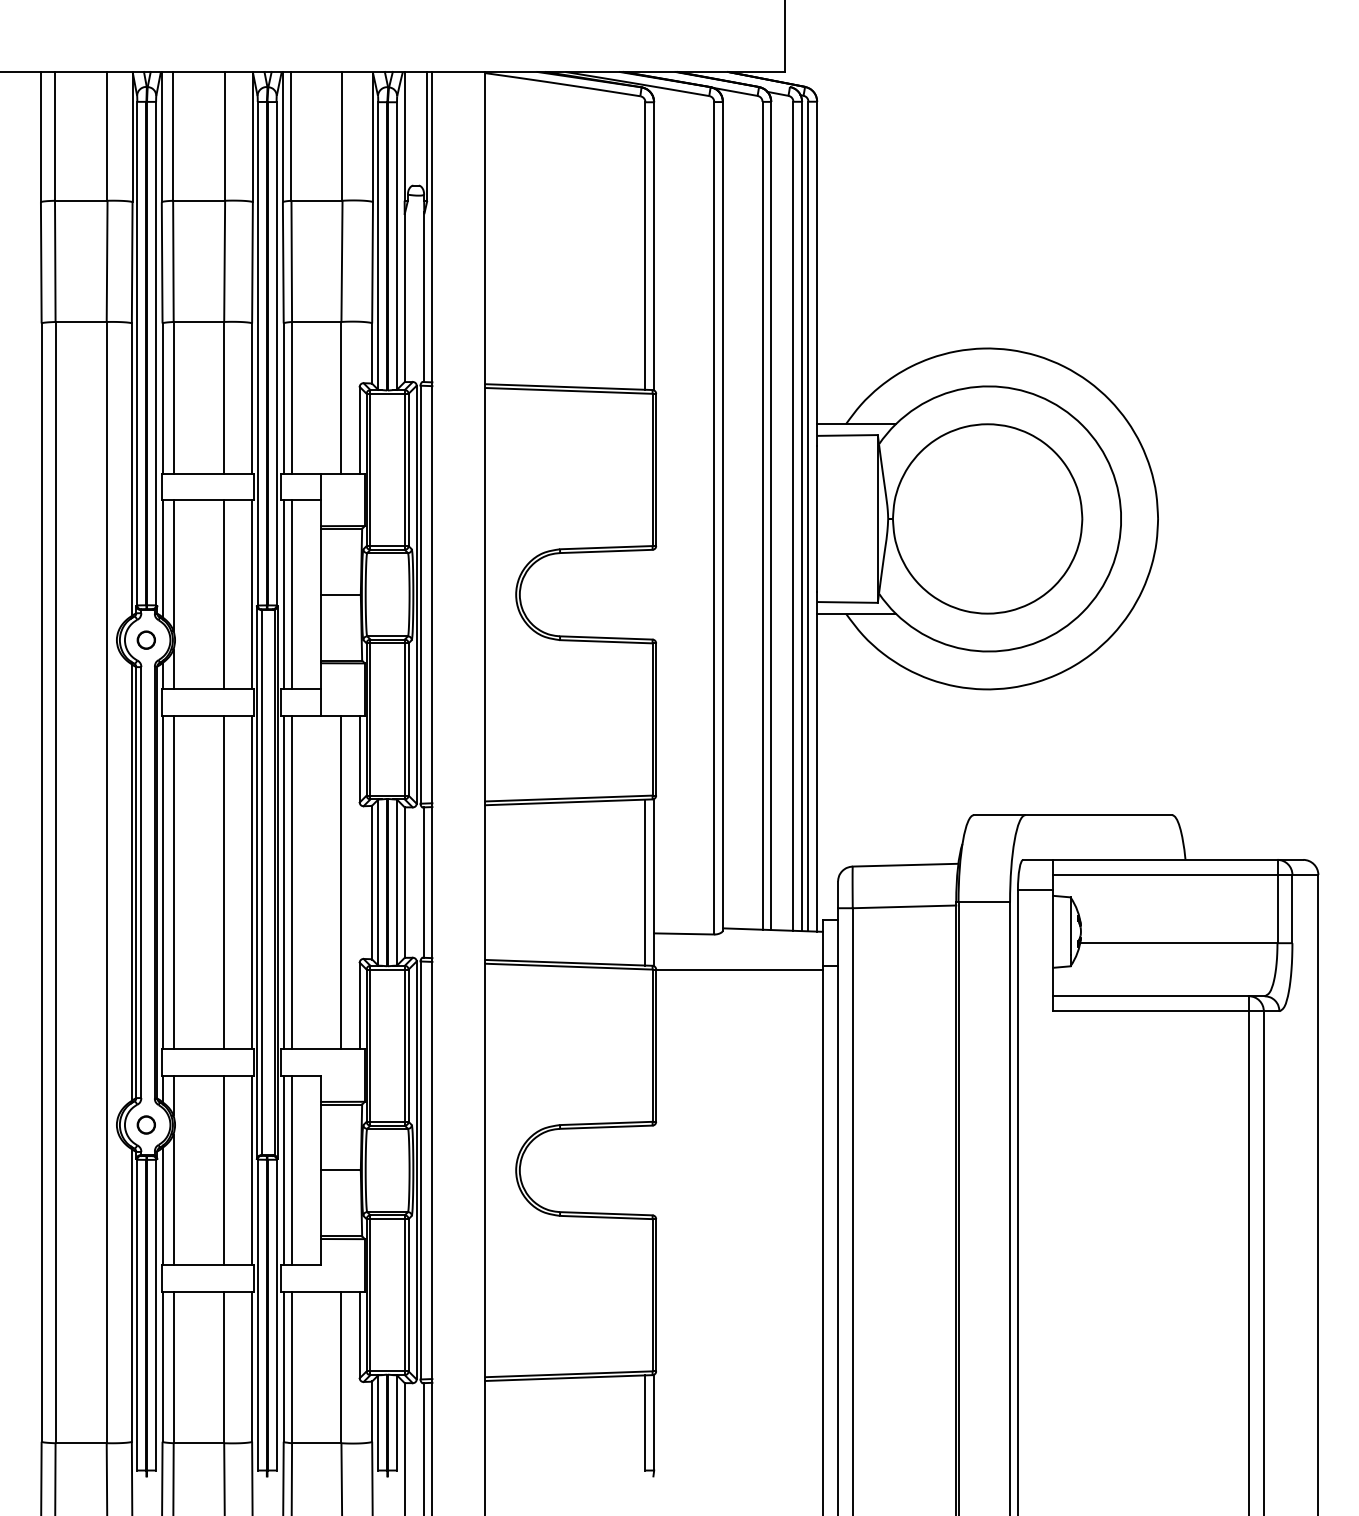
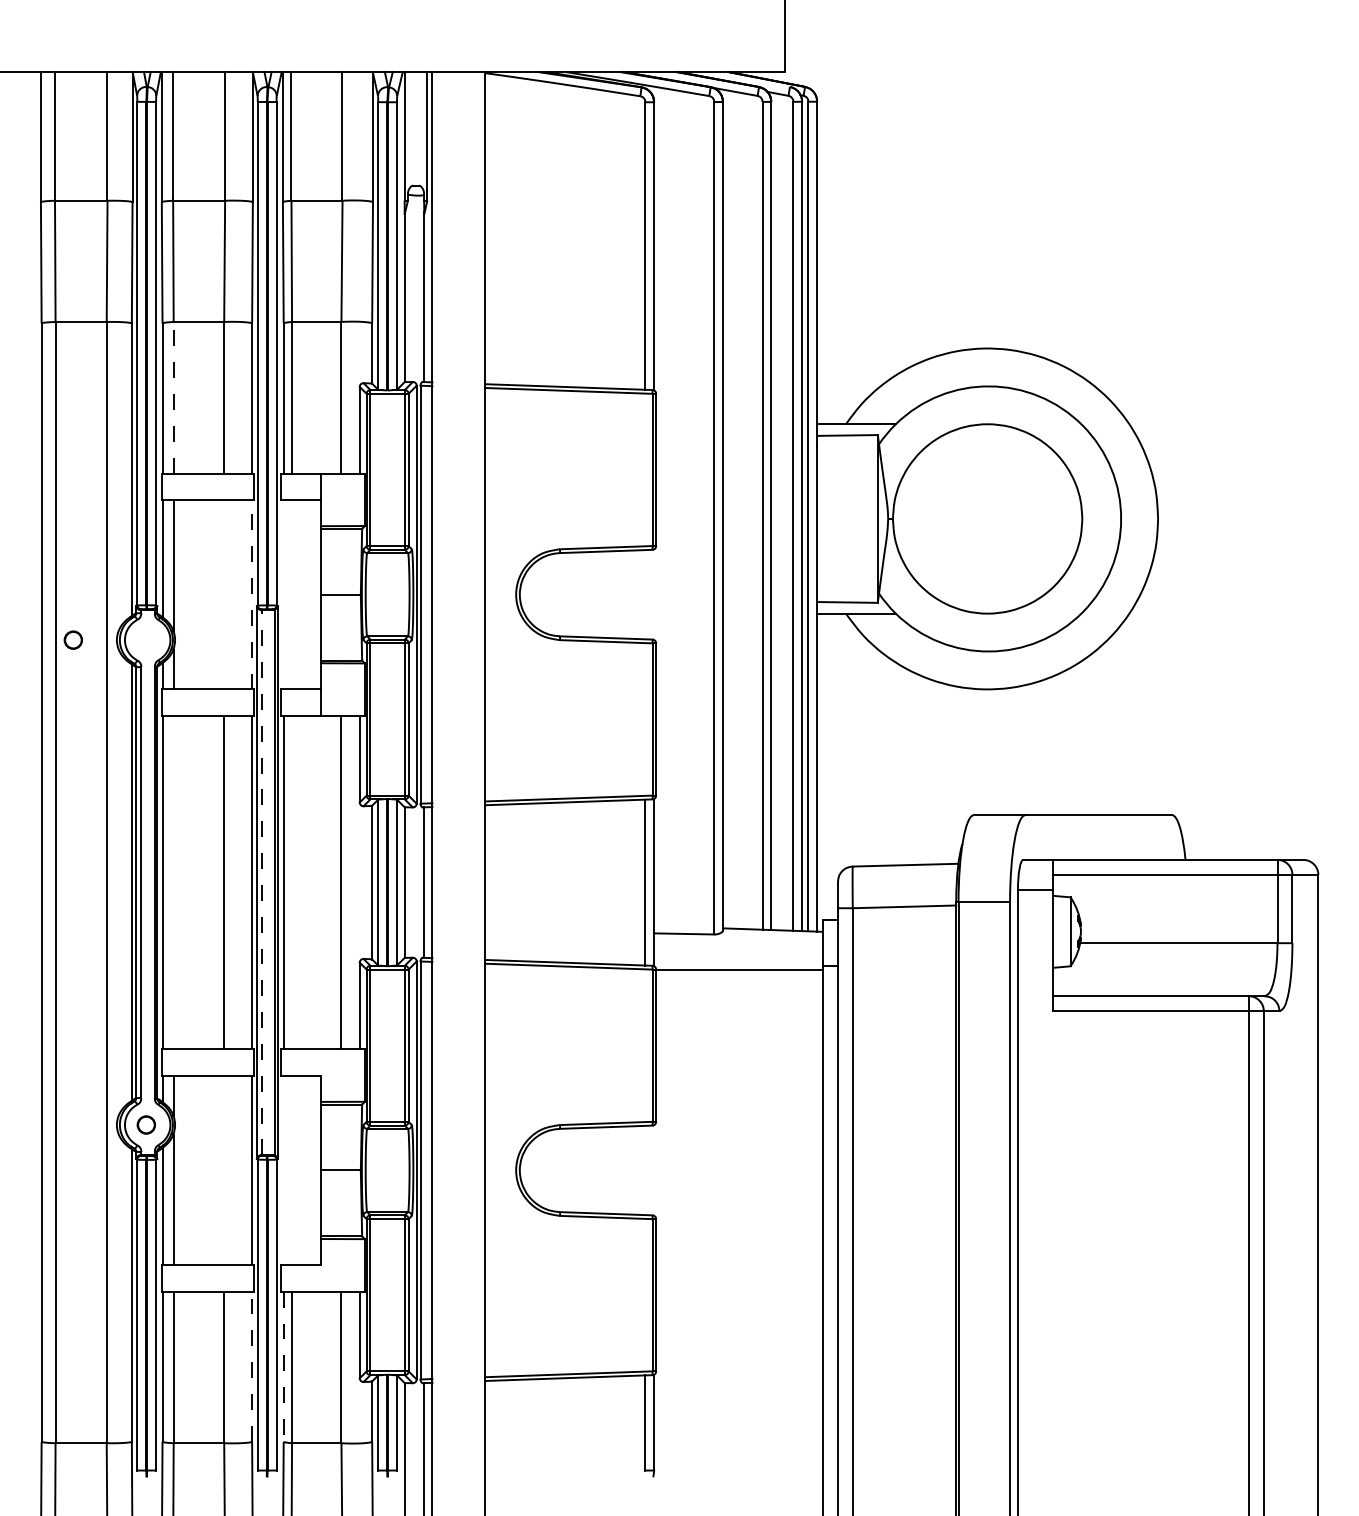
line at (173, 397): solid -> dashed
line at (224, 594): present -> none
line at (252, 594): solid -> dashed
line at (283, 594): present -> none
line at (291, 594): present -> none
circle at (145, 639) position: (145, 639) -> (72, 639)
line at (173, 882): present -> none
line at (262, 882): solid -> dashed
line at (291, 882): present -> none
line at (224, 1170): present -> none
line at (283, 1170): present -> none
line at (291, 1170): present -> none
line at (252, 1366): solid -> dashed
line at (283, 1367): solid -> dashed
